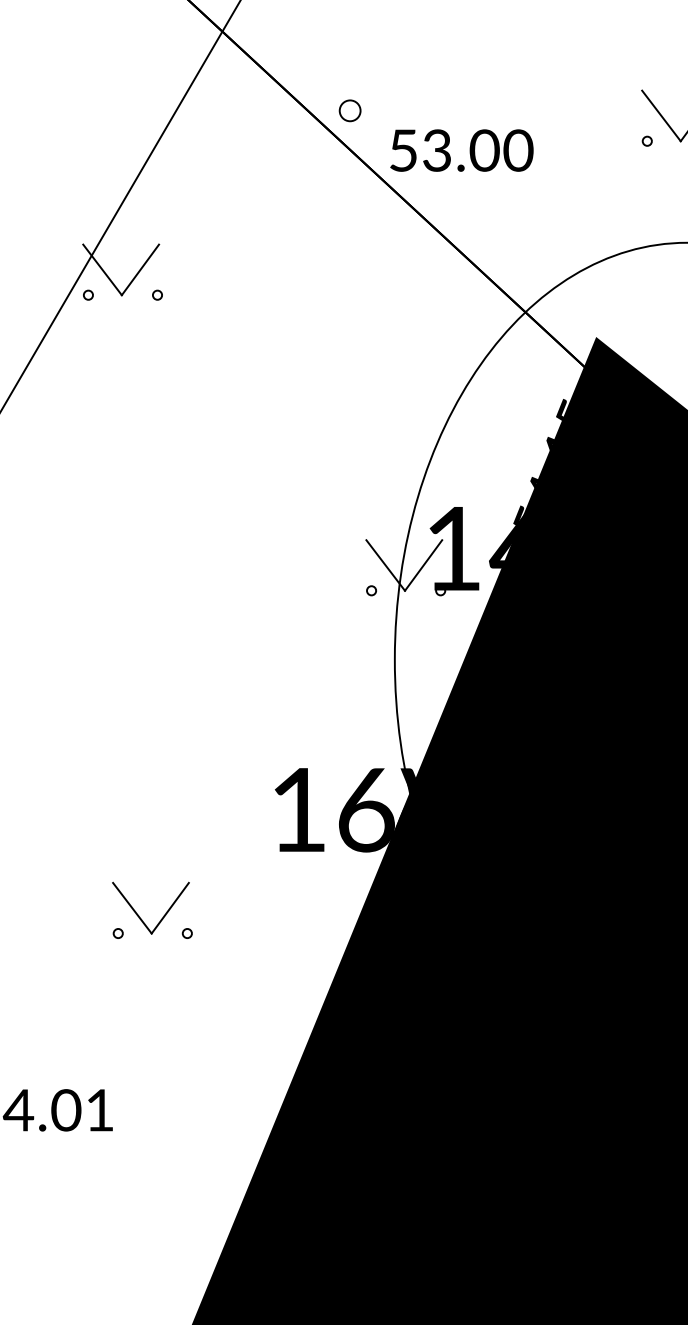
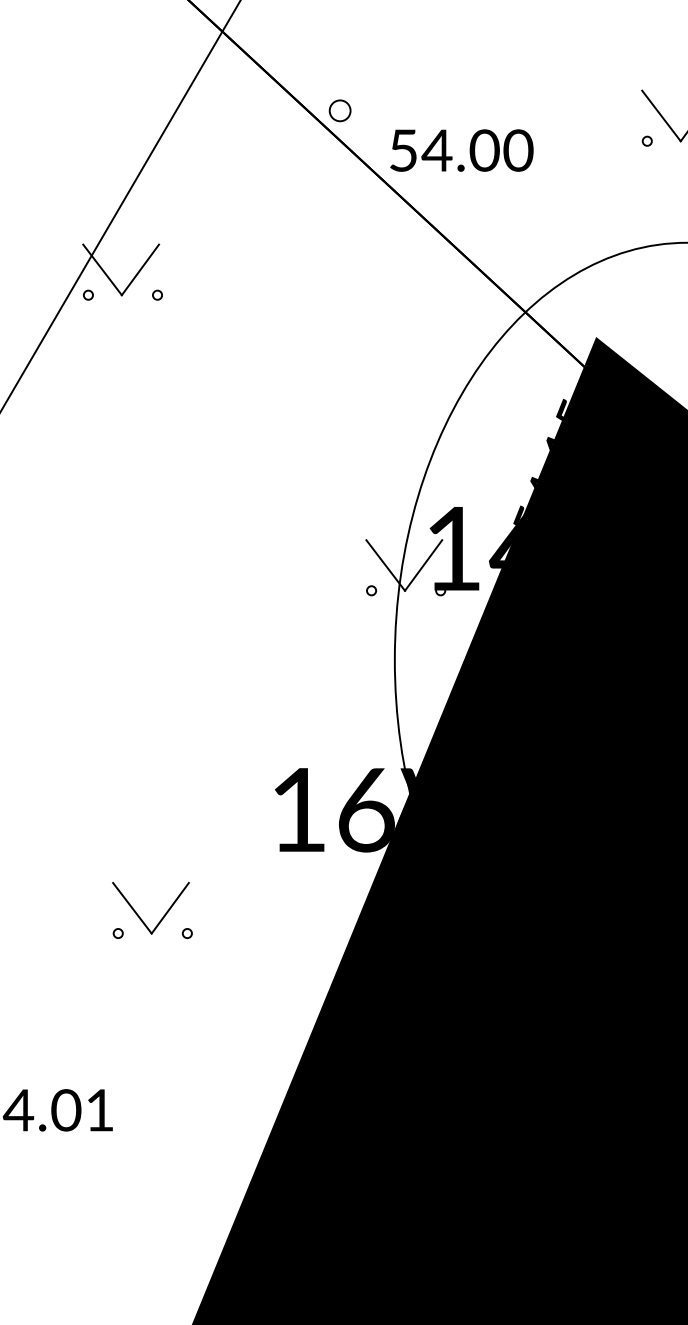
part at (349, 110) position: (349, 110) -> (339, 110)
text at (436, 150): 53.00 -> 54.00
